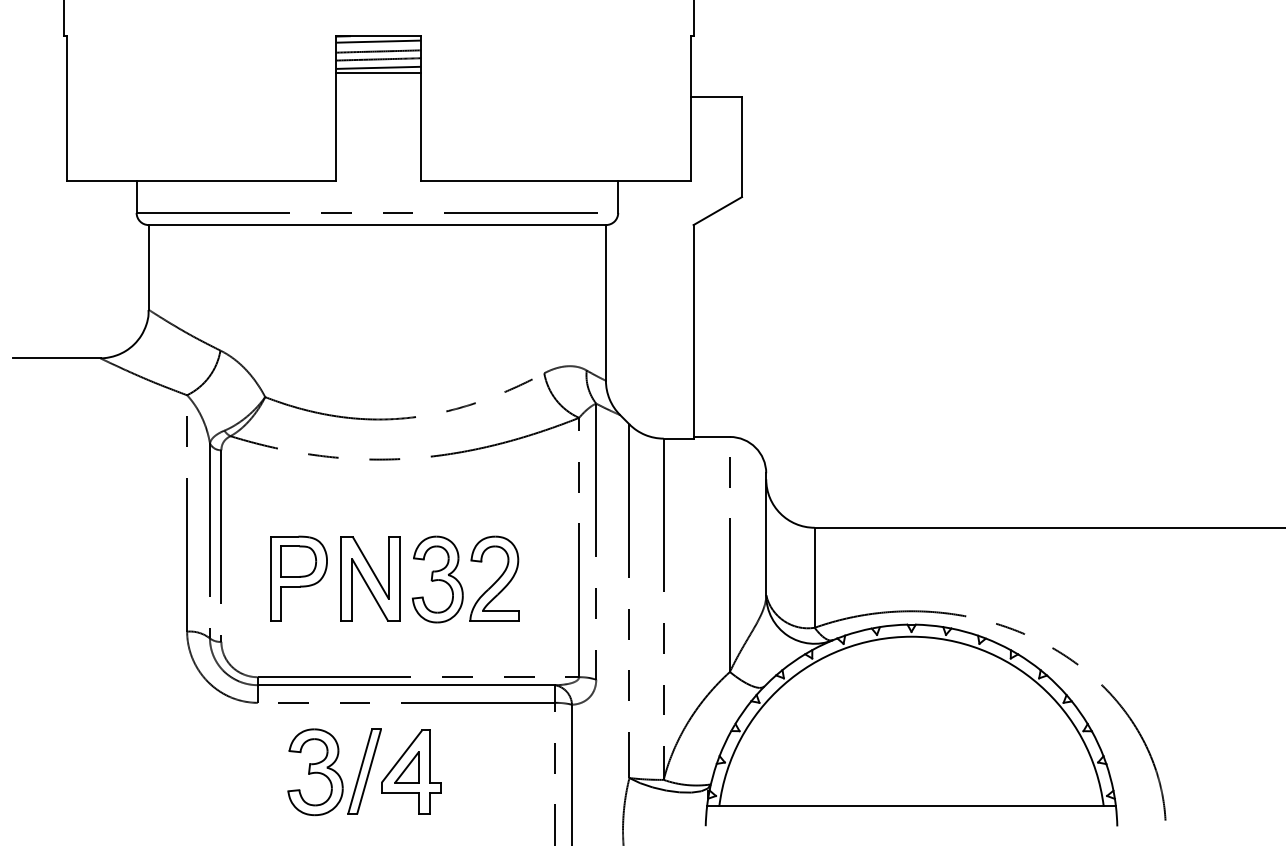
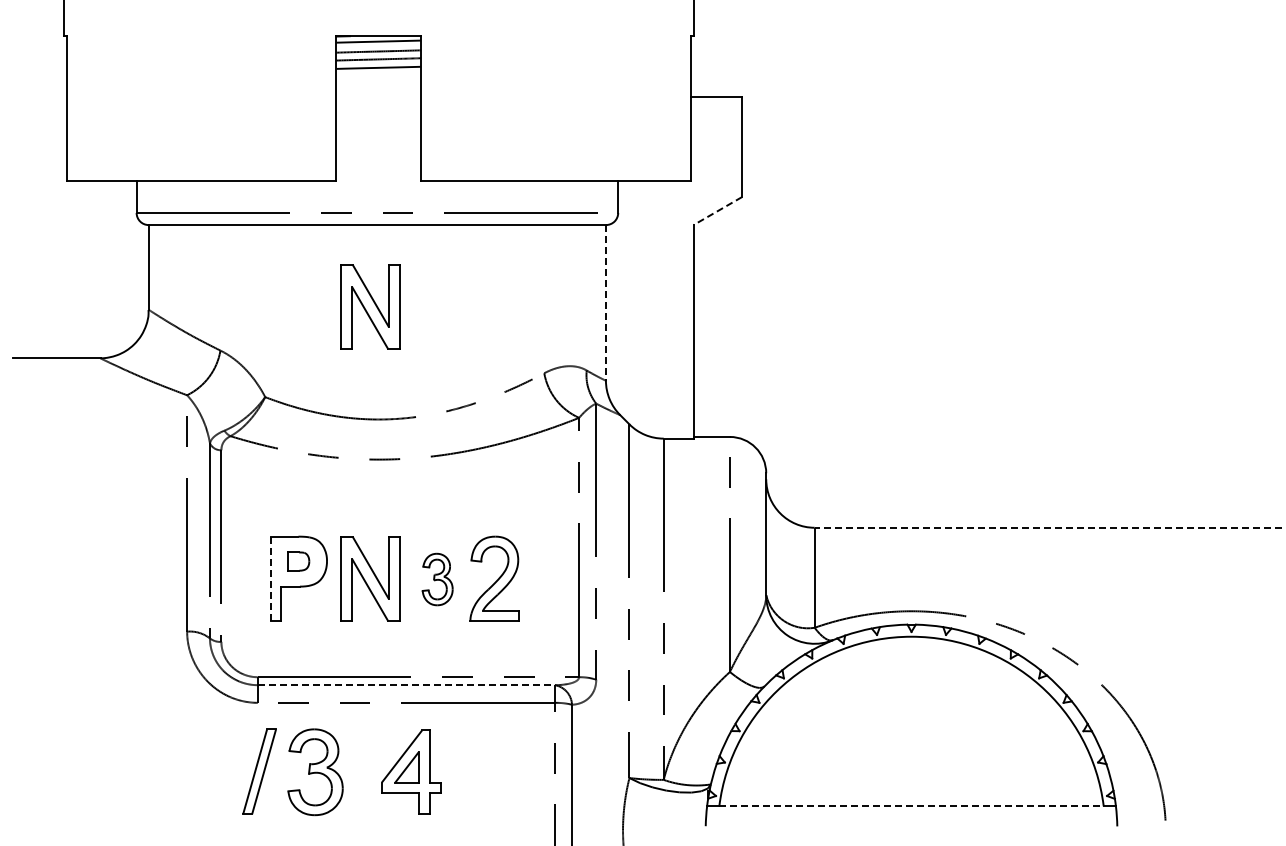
line at (378, 72): present -> none
line at (717, 211): solid -> dashed
line at (605, 302): solid -> dashed
part at (370, 306): none -> present
line at (1049, 527): solid -> dashed
part at (298, 561) size: 38x33 px -> 24x21 px
line at (270, 579): solid -> dashed
part at (437, 579) size: 53x89 px -> 33x55 px
line at (406, 685): solid -> dashed
part at (364, 771) position: (364, 771) -> (259, 771)
line at (912, 806): solid -> dashed
